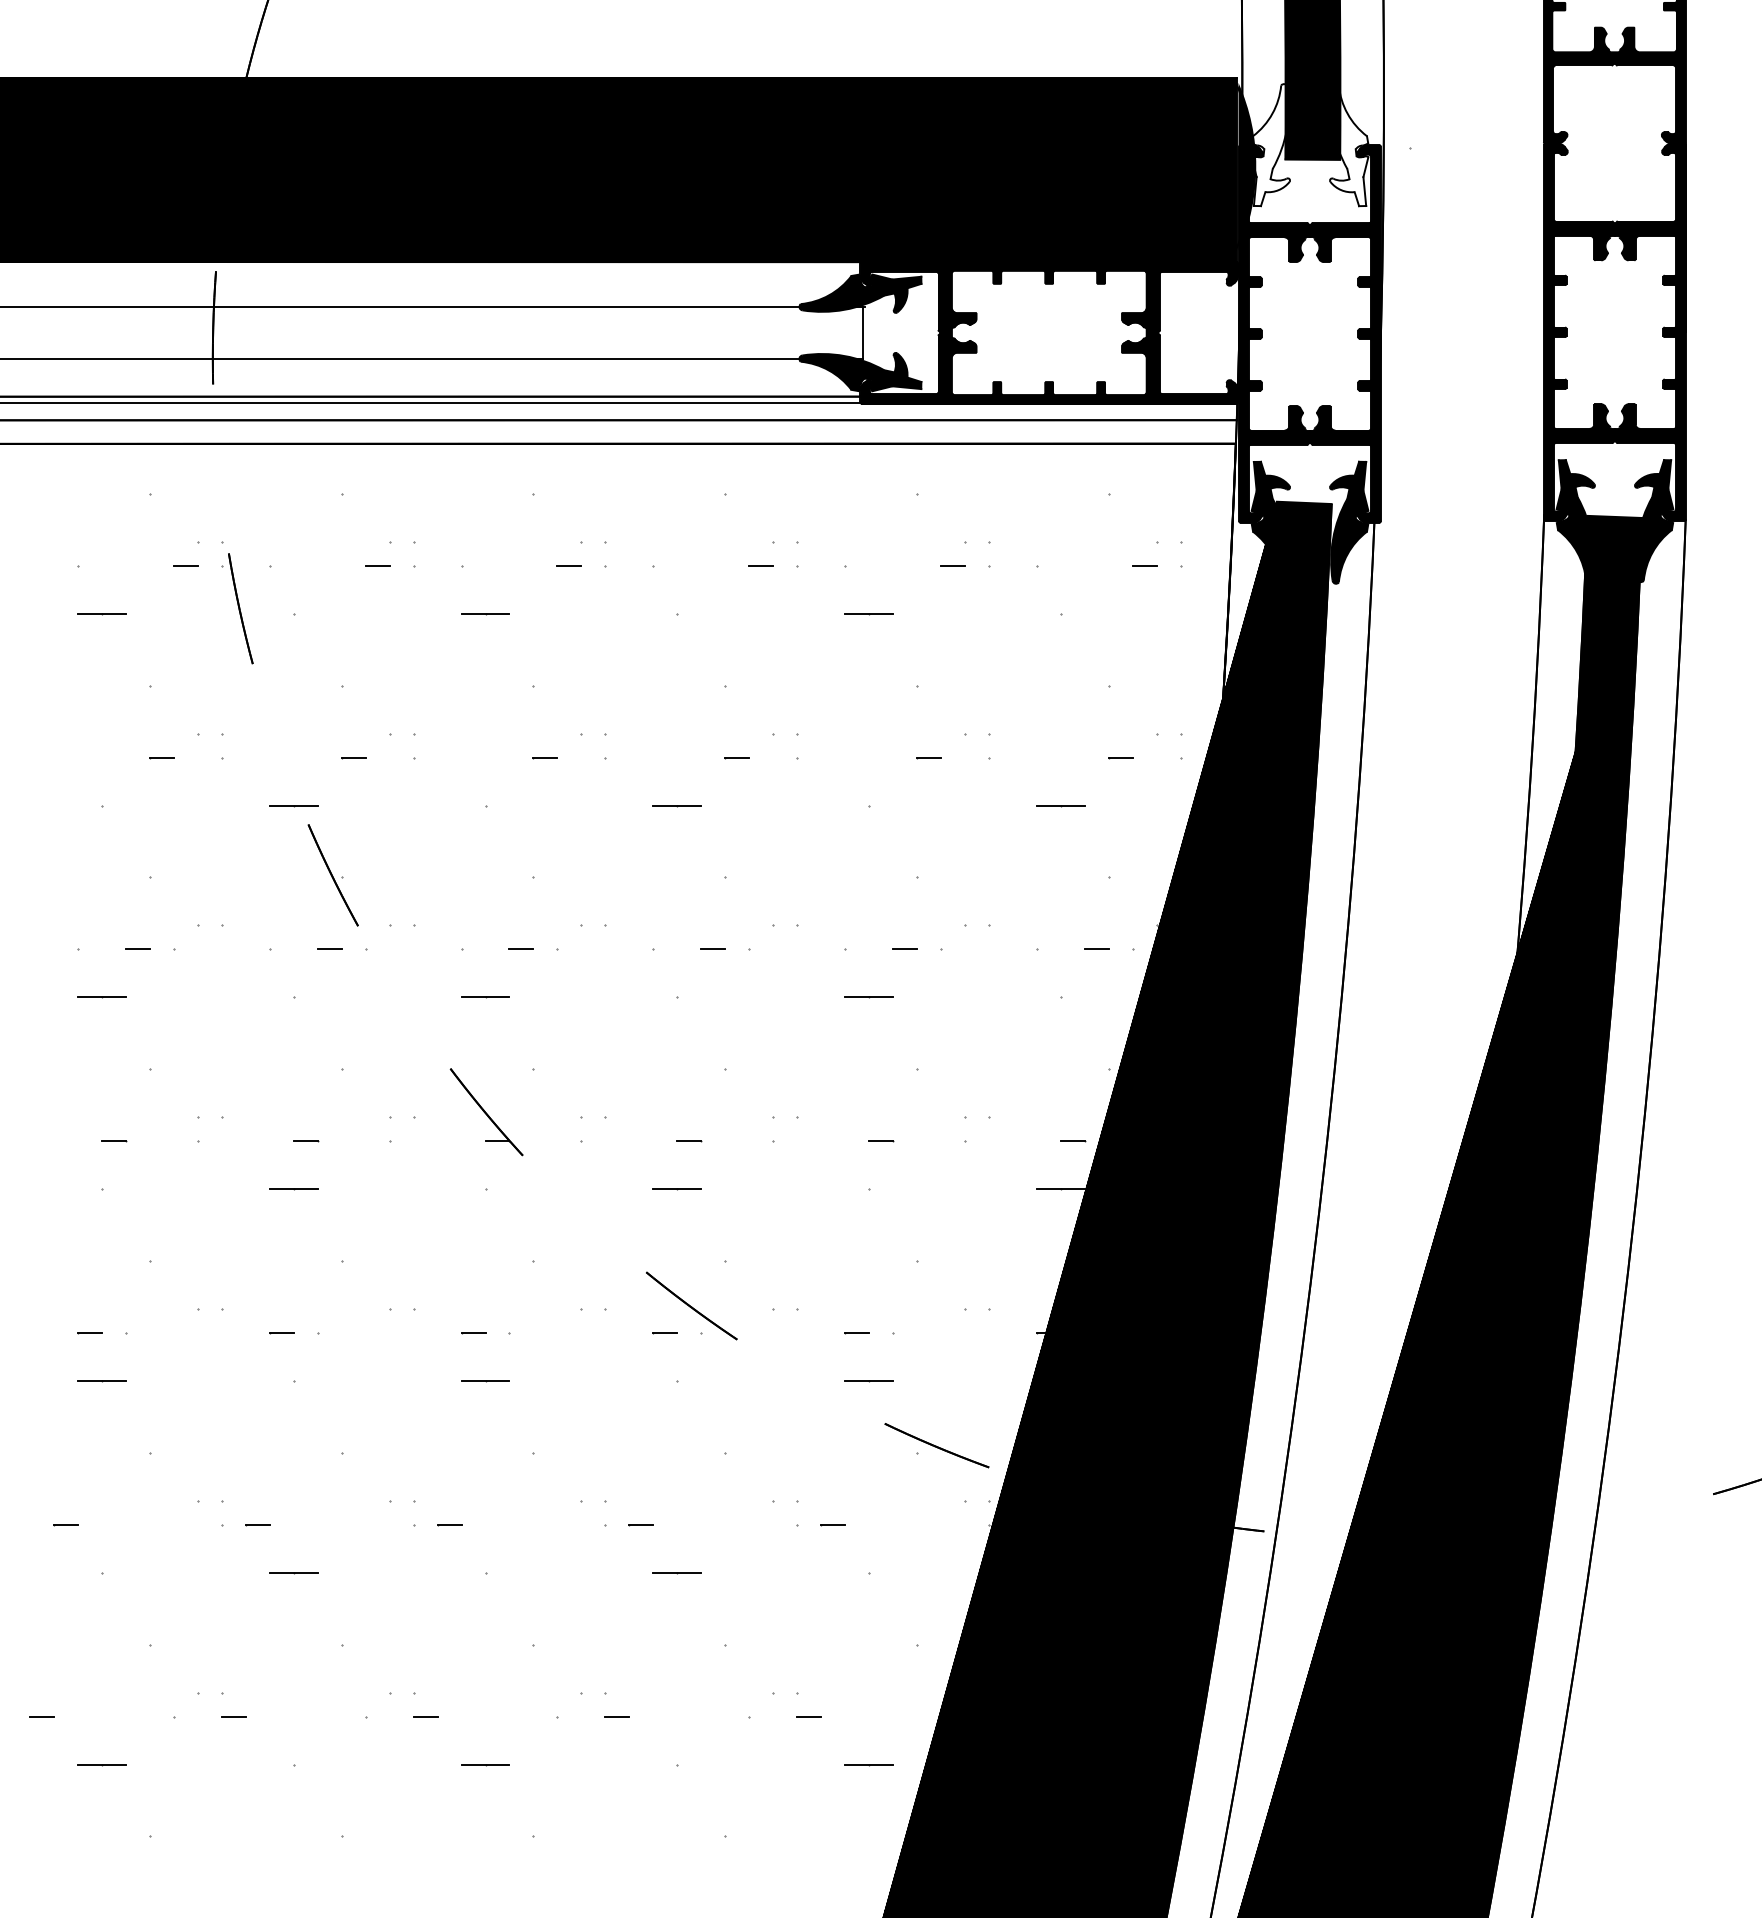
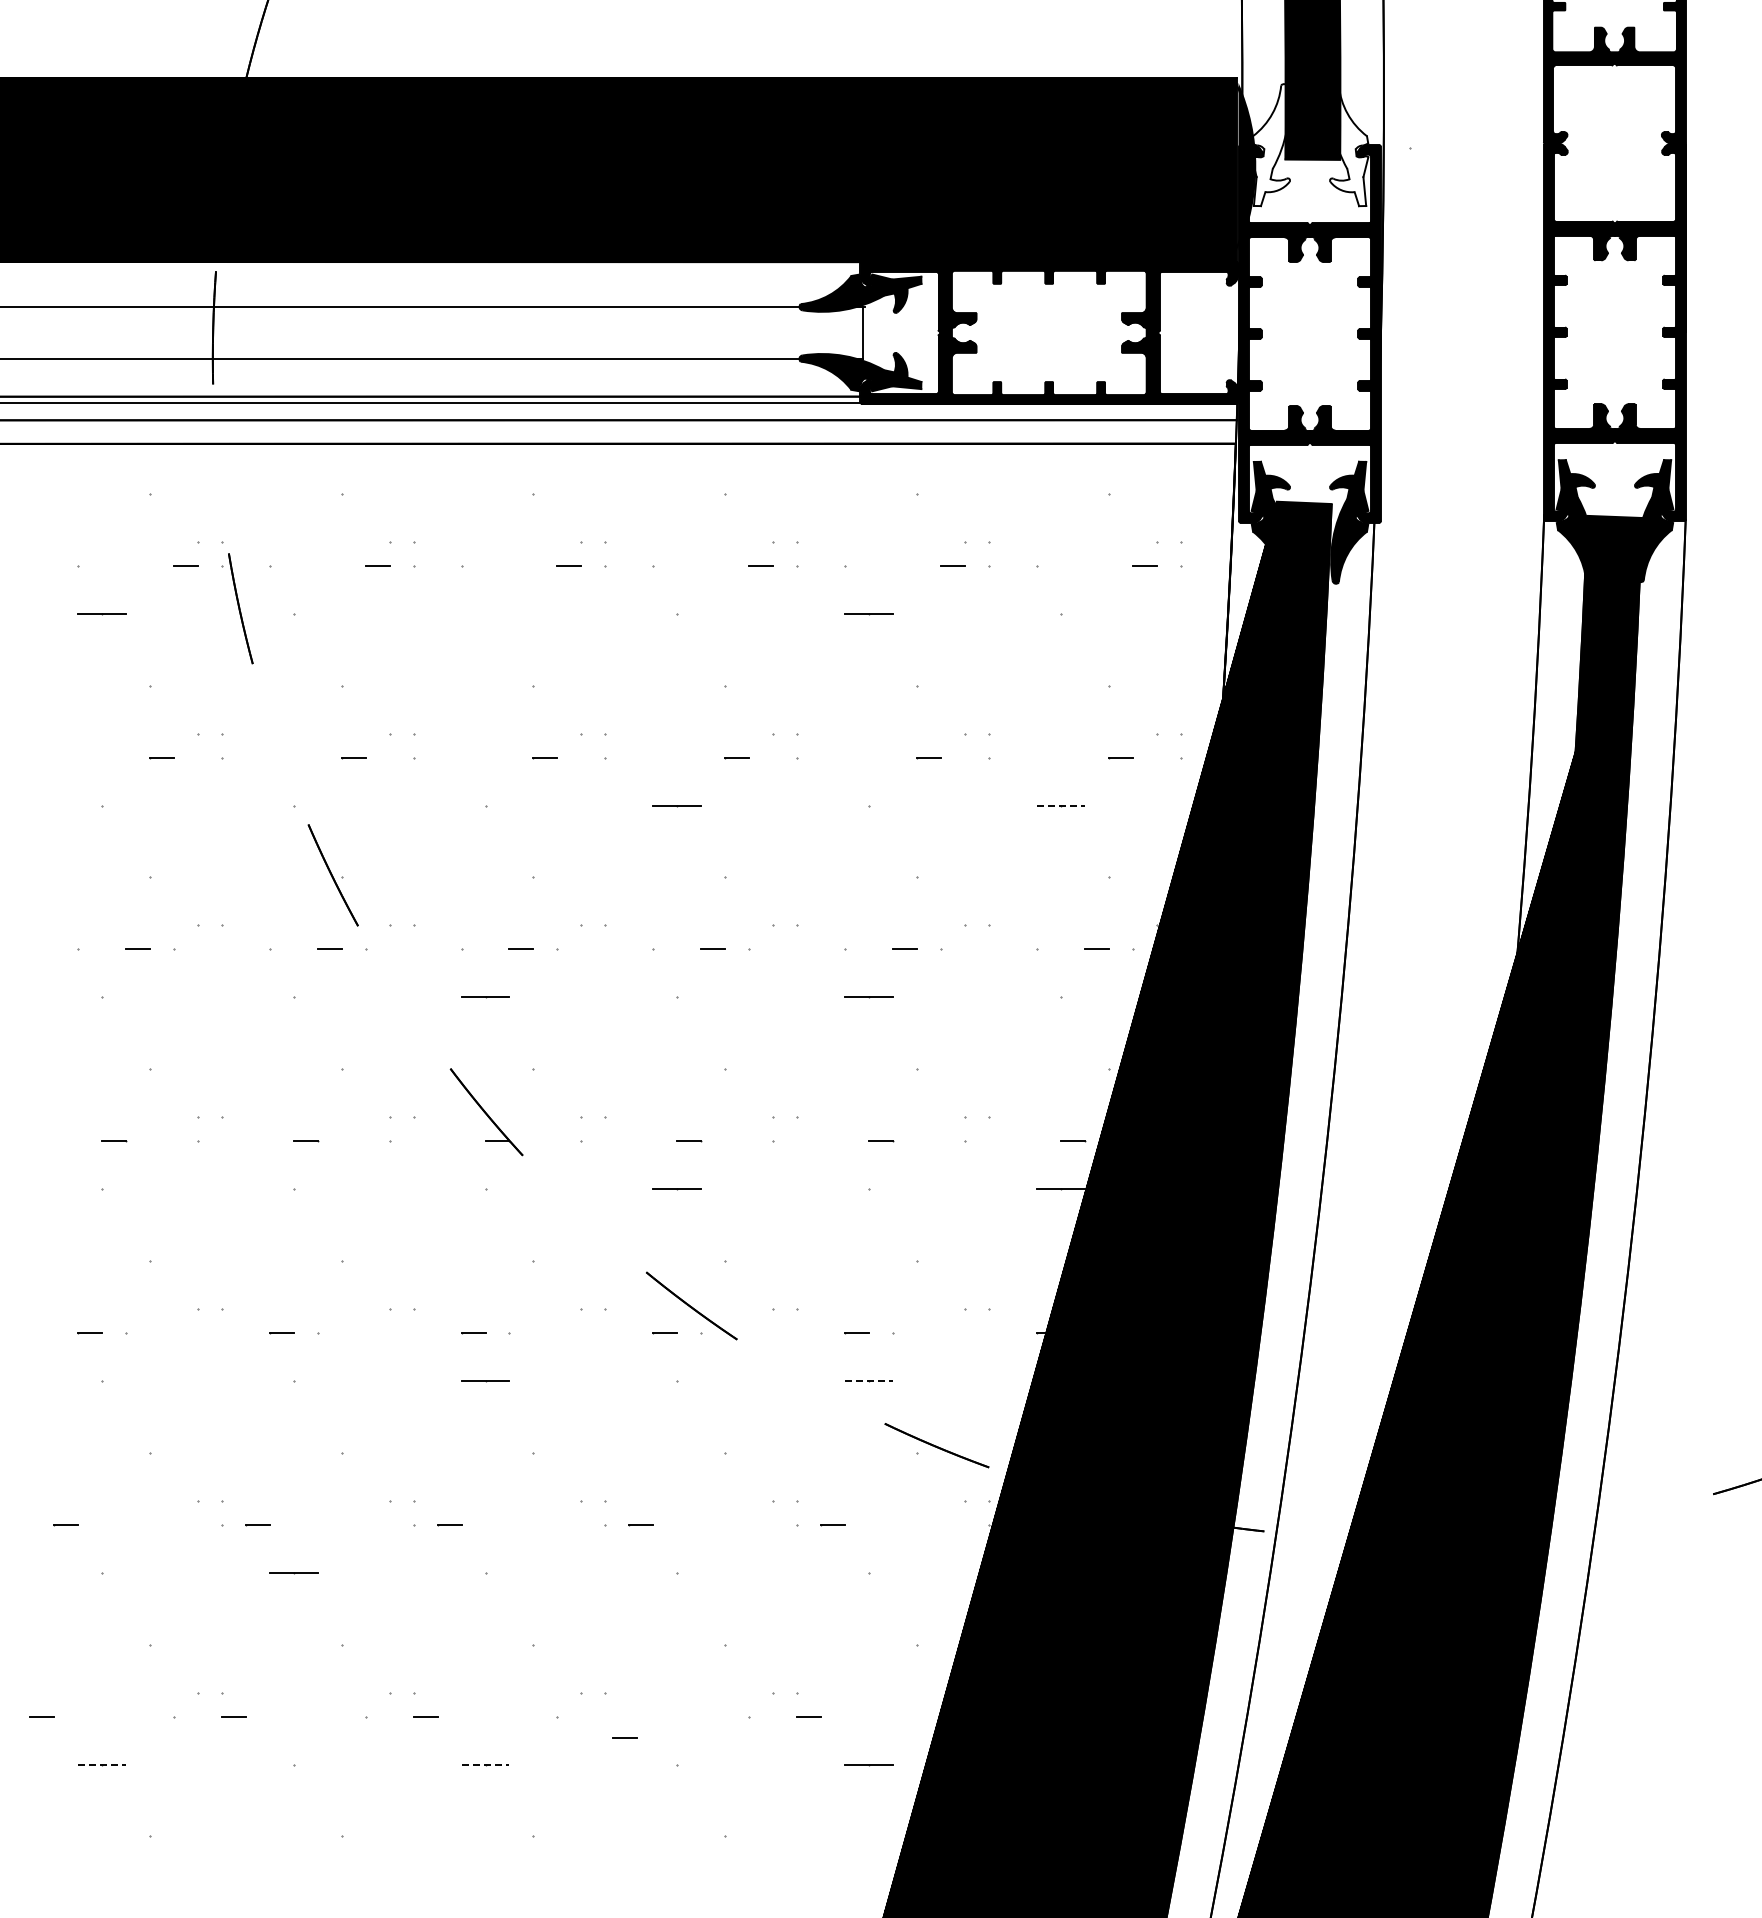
line at (485, 614): present -> none
line at (293, 805): present -> none
line at (1060, 805): solid -> dashed
line at (101, 997): present -> none
line at (293, 1189): present -> none
line at (101, 1380): present -> none
line at (869, 1380): solid -> dashed
line at (677, 1572): present -> none
line at (616, 1716) position: (616, 1716) -> (624, 1737)
line at (101, 1764): solid -> dashed
line at (485, 1764): solid -> dashed
